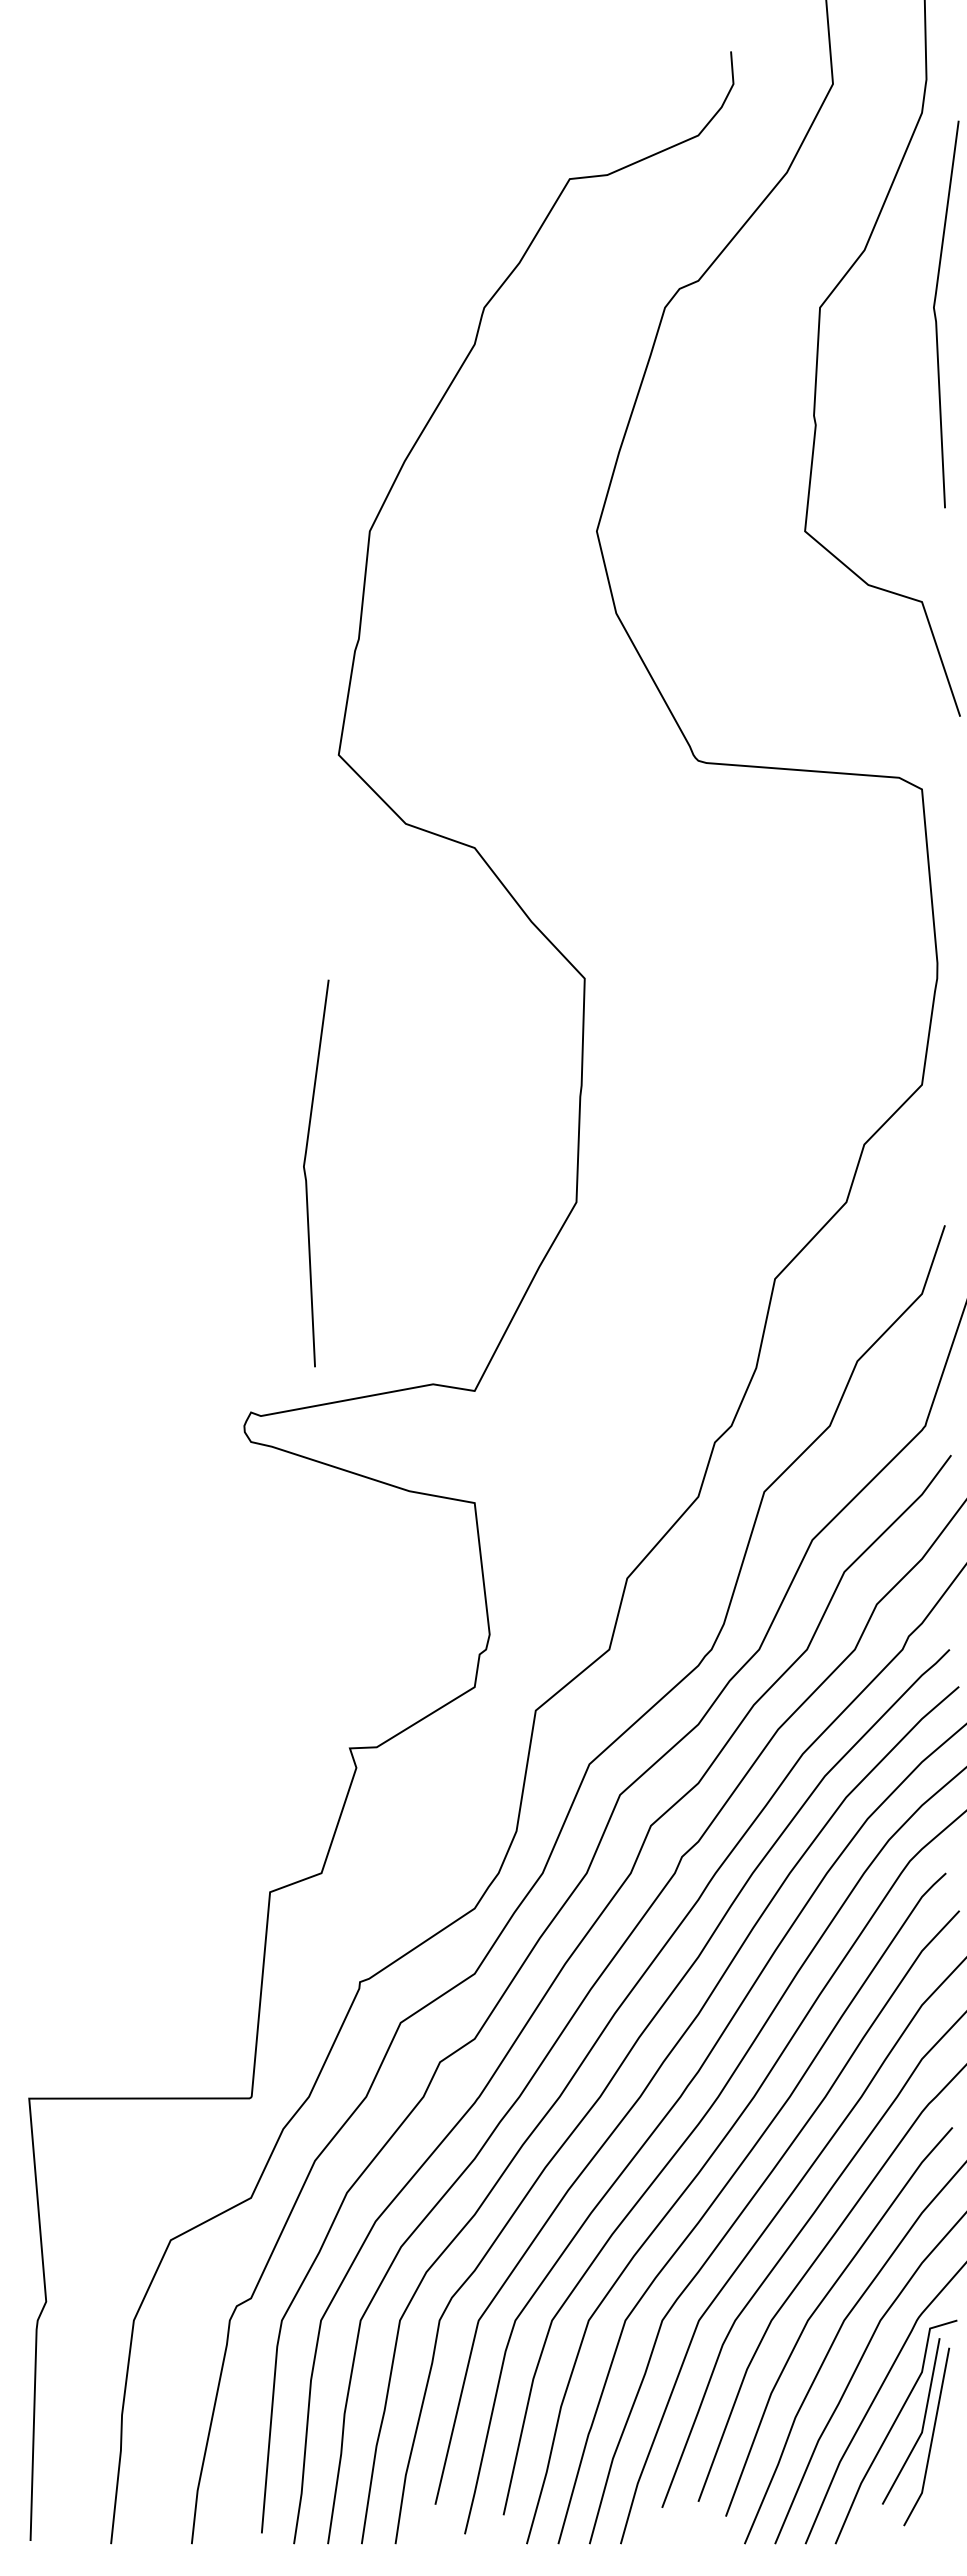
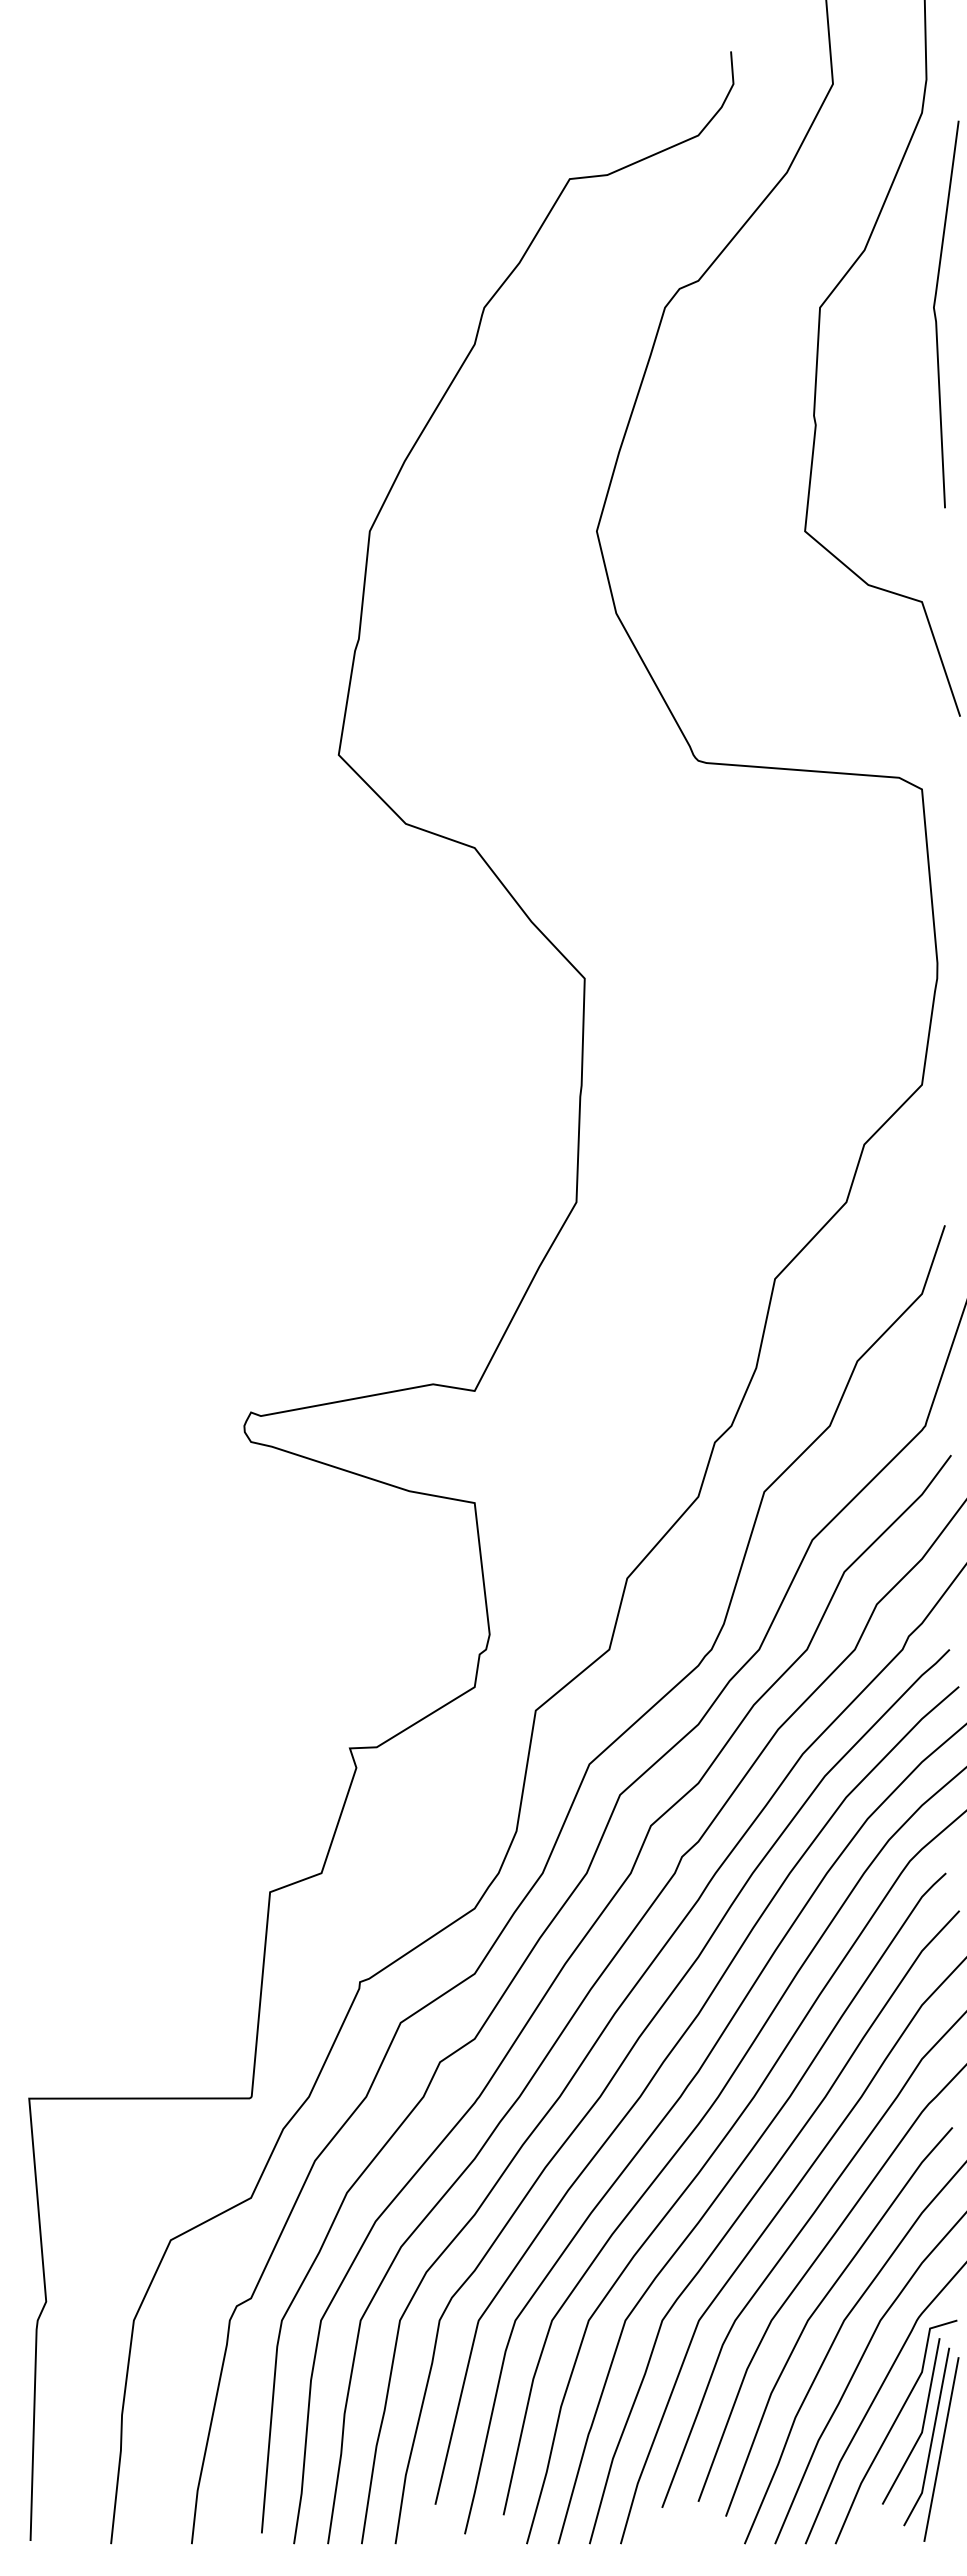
line at (306, 1175): present -> none
line at (941, 2449): none -> present
